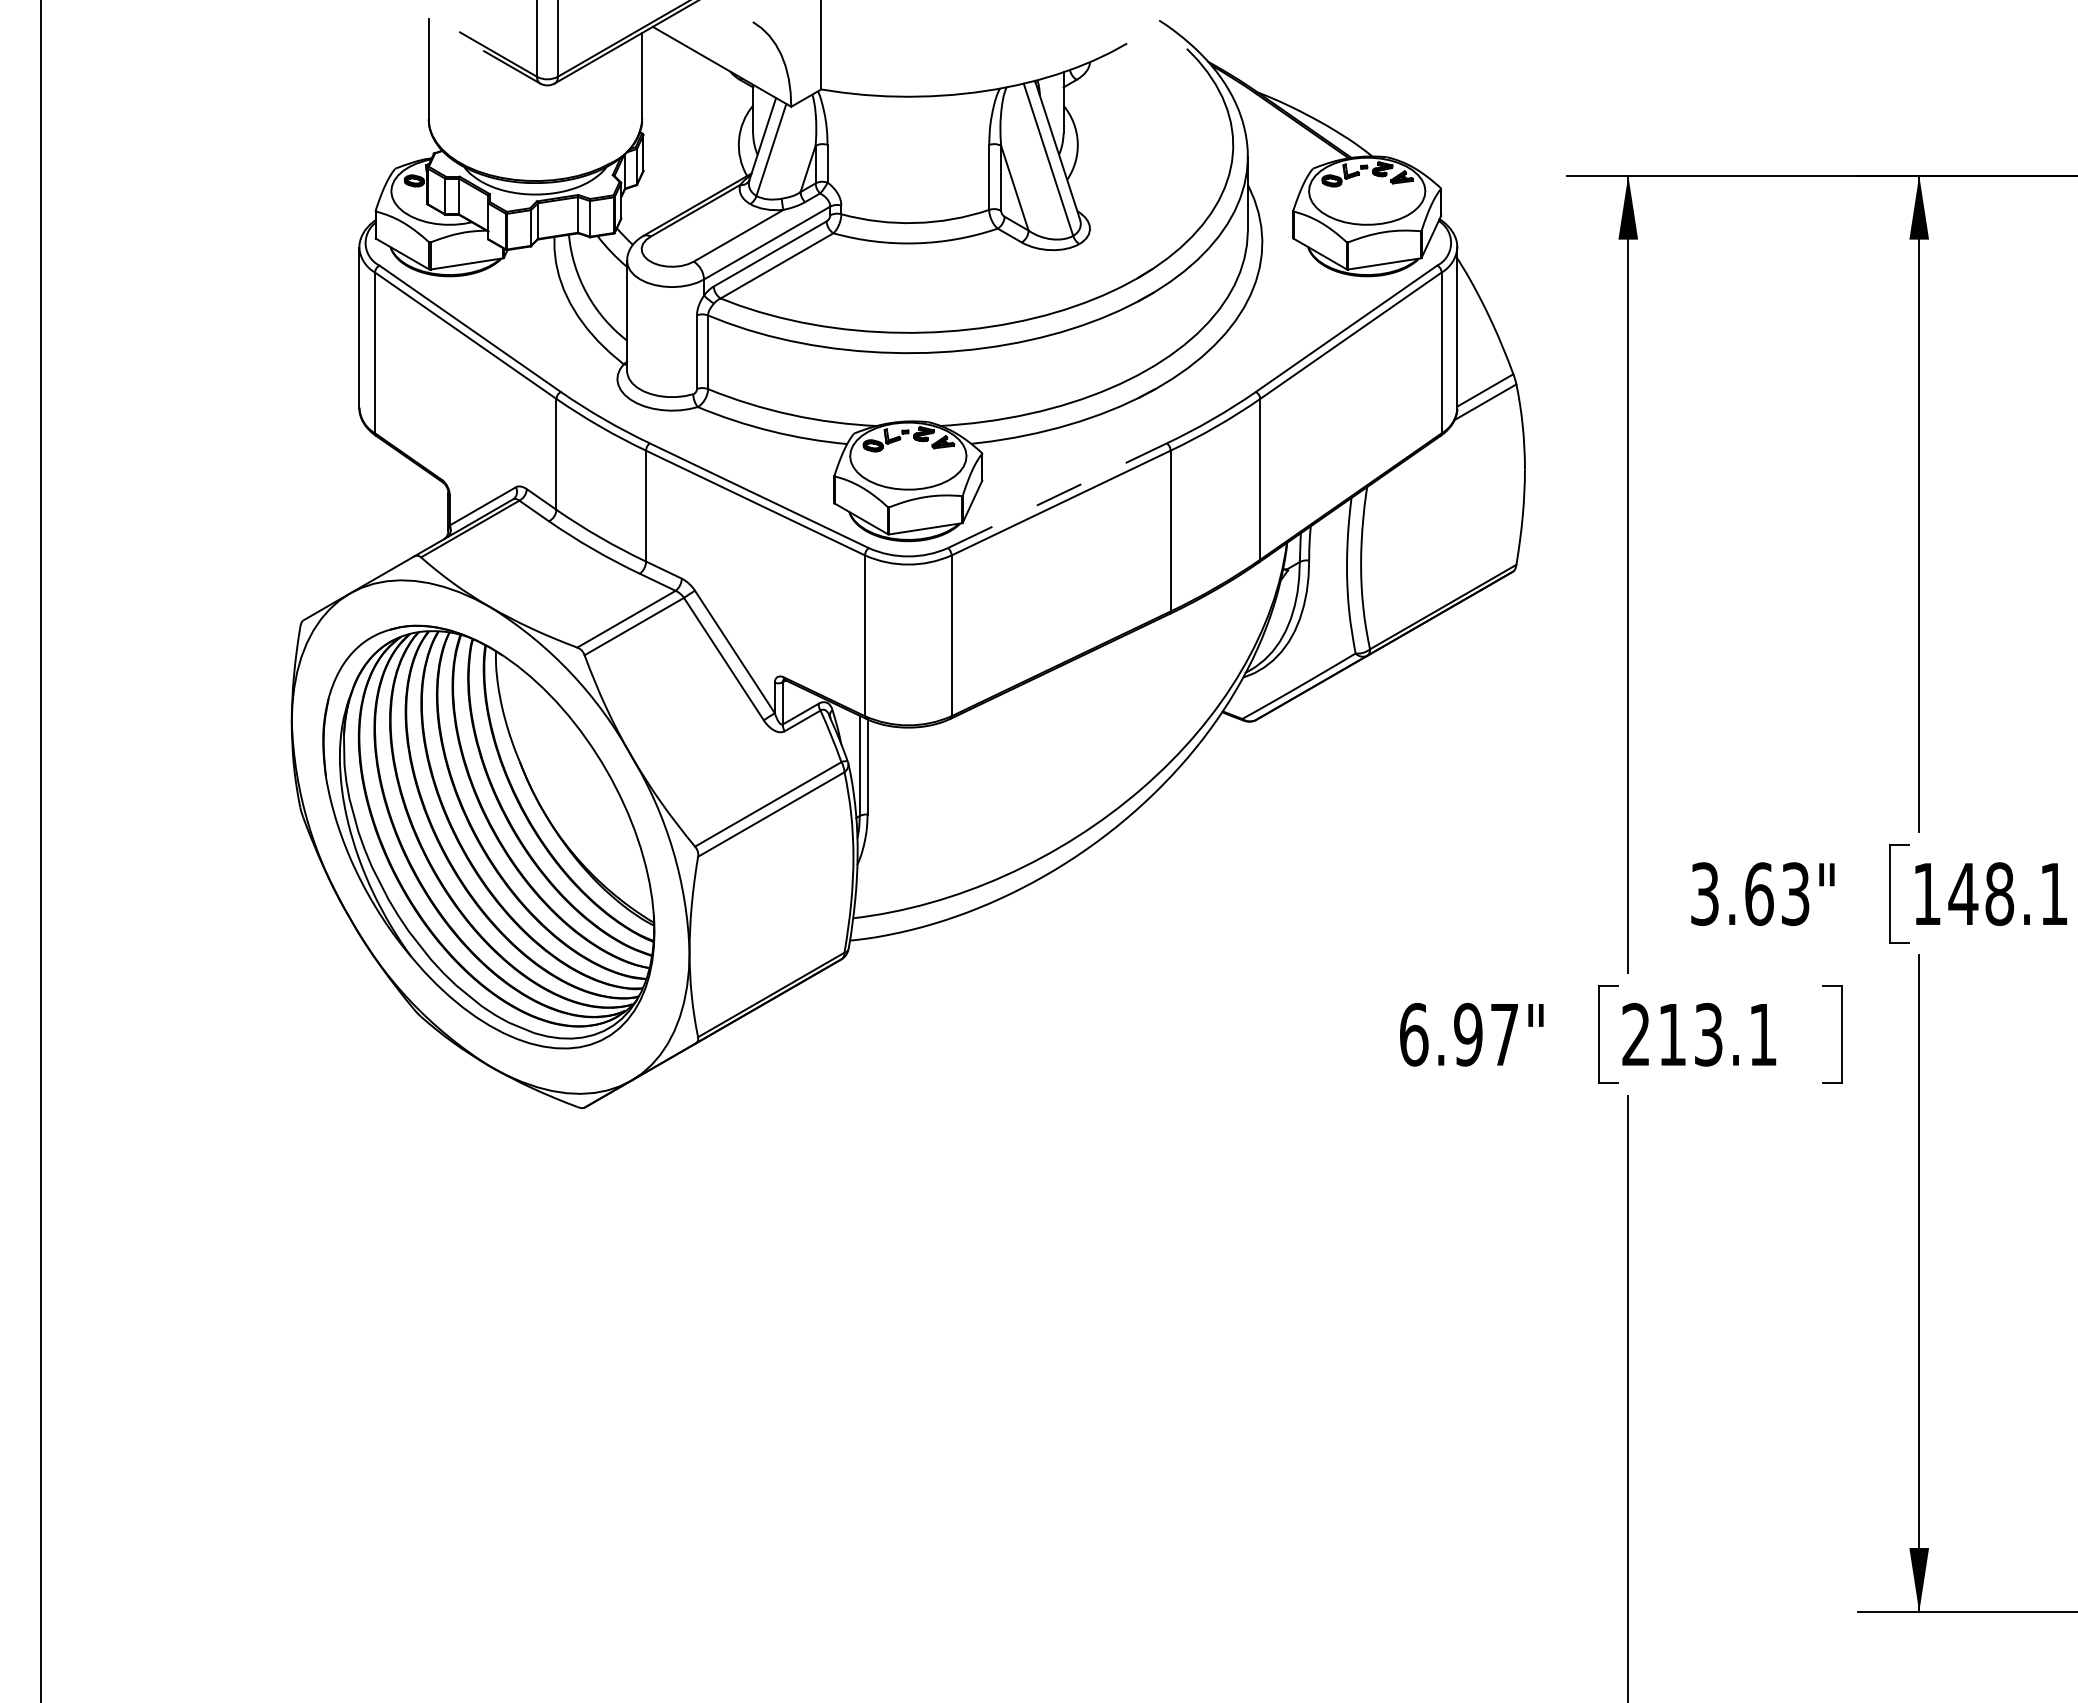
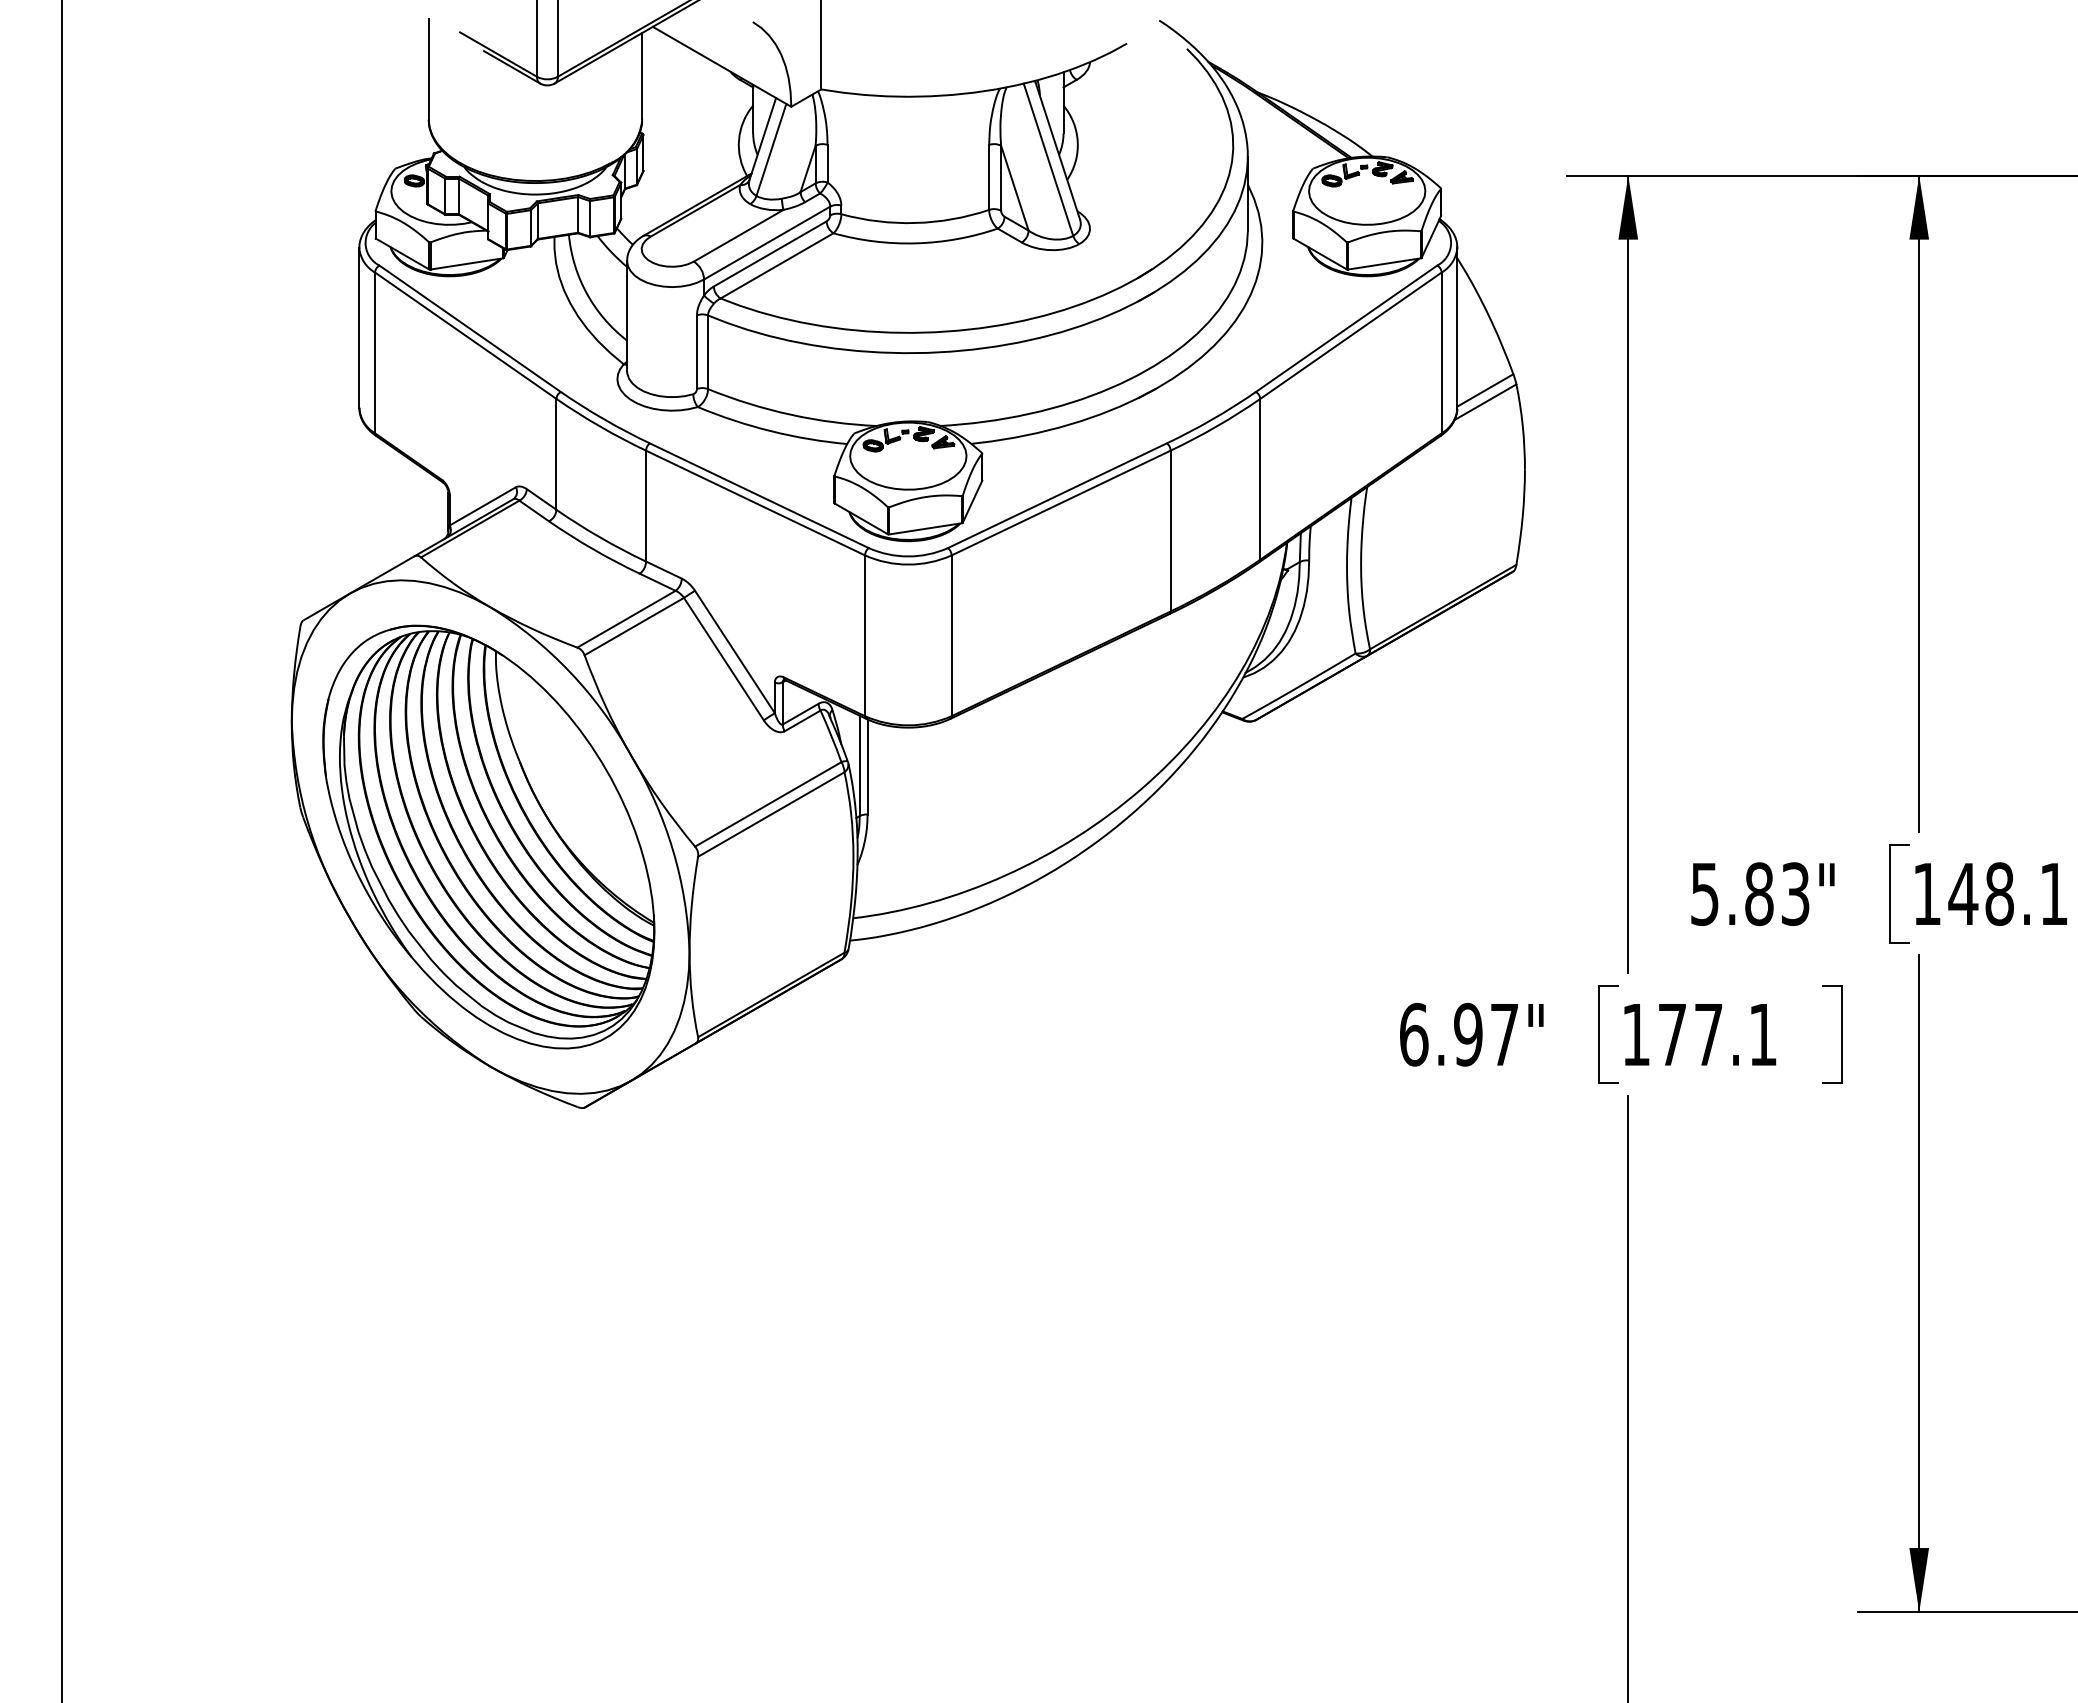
line at (1057, 495): dashed -> solid
line at (41, 850) position: (41, 850) -> (62, 850)
text at (1732, 893): 3.63" -> 5.83"
text at (1672, 1034): 213.1 -> 177.1
